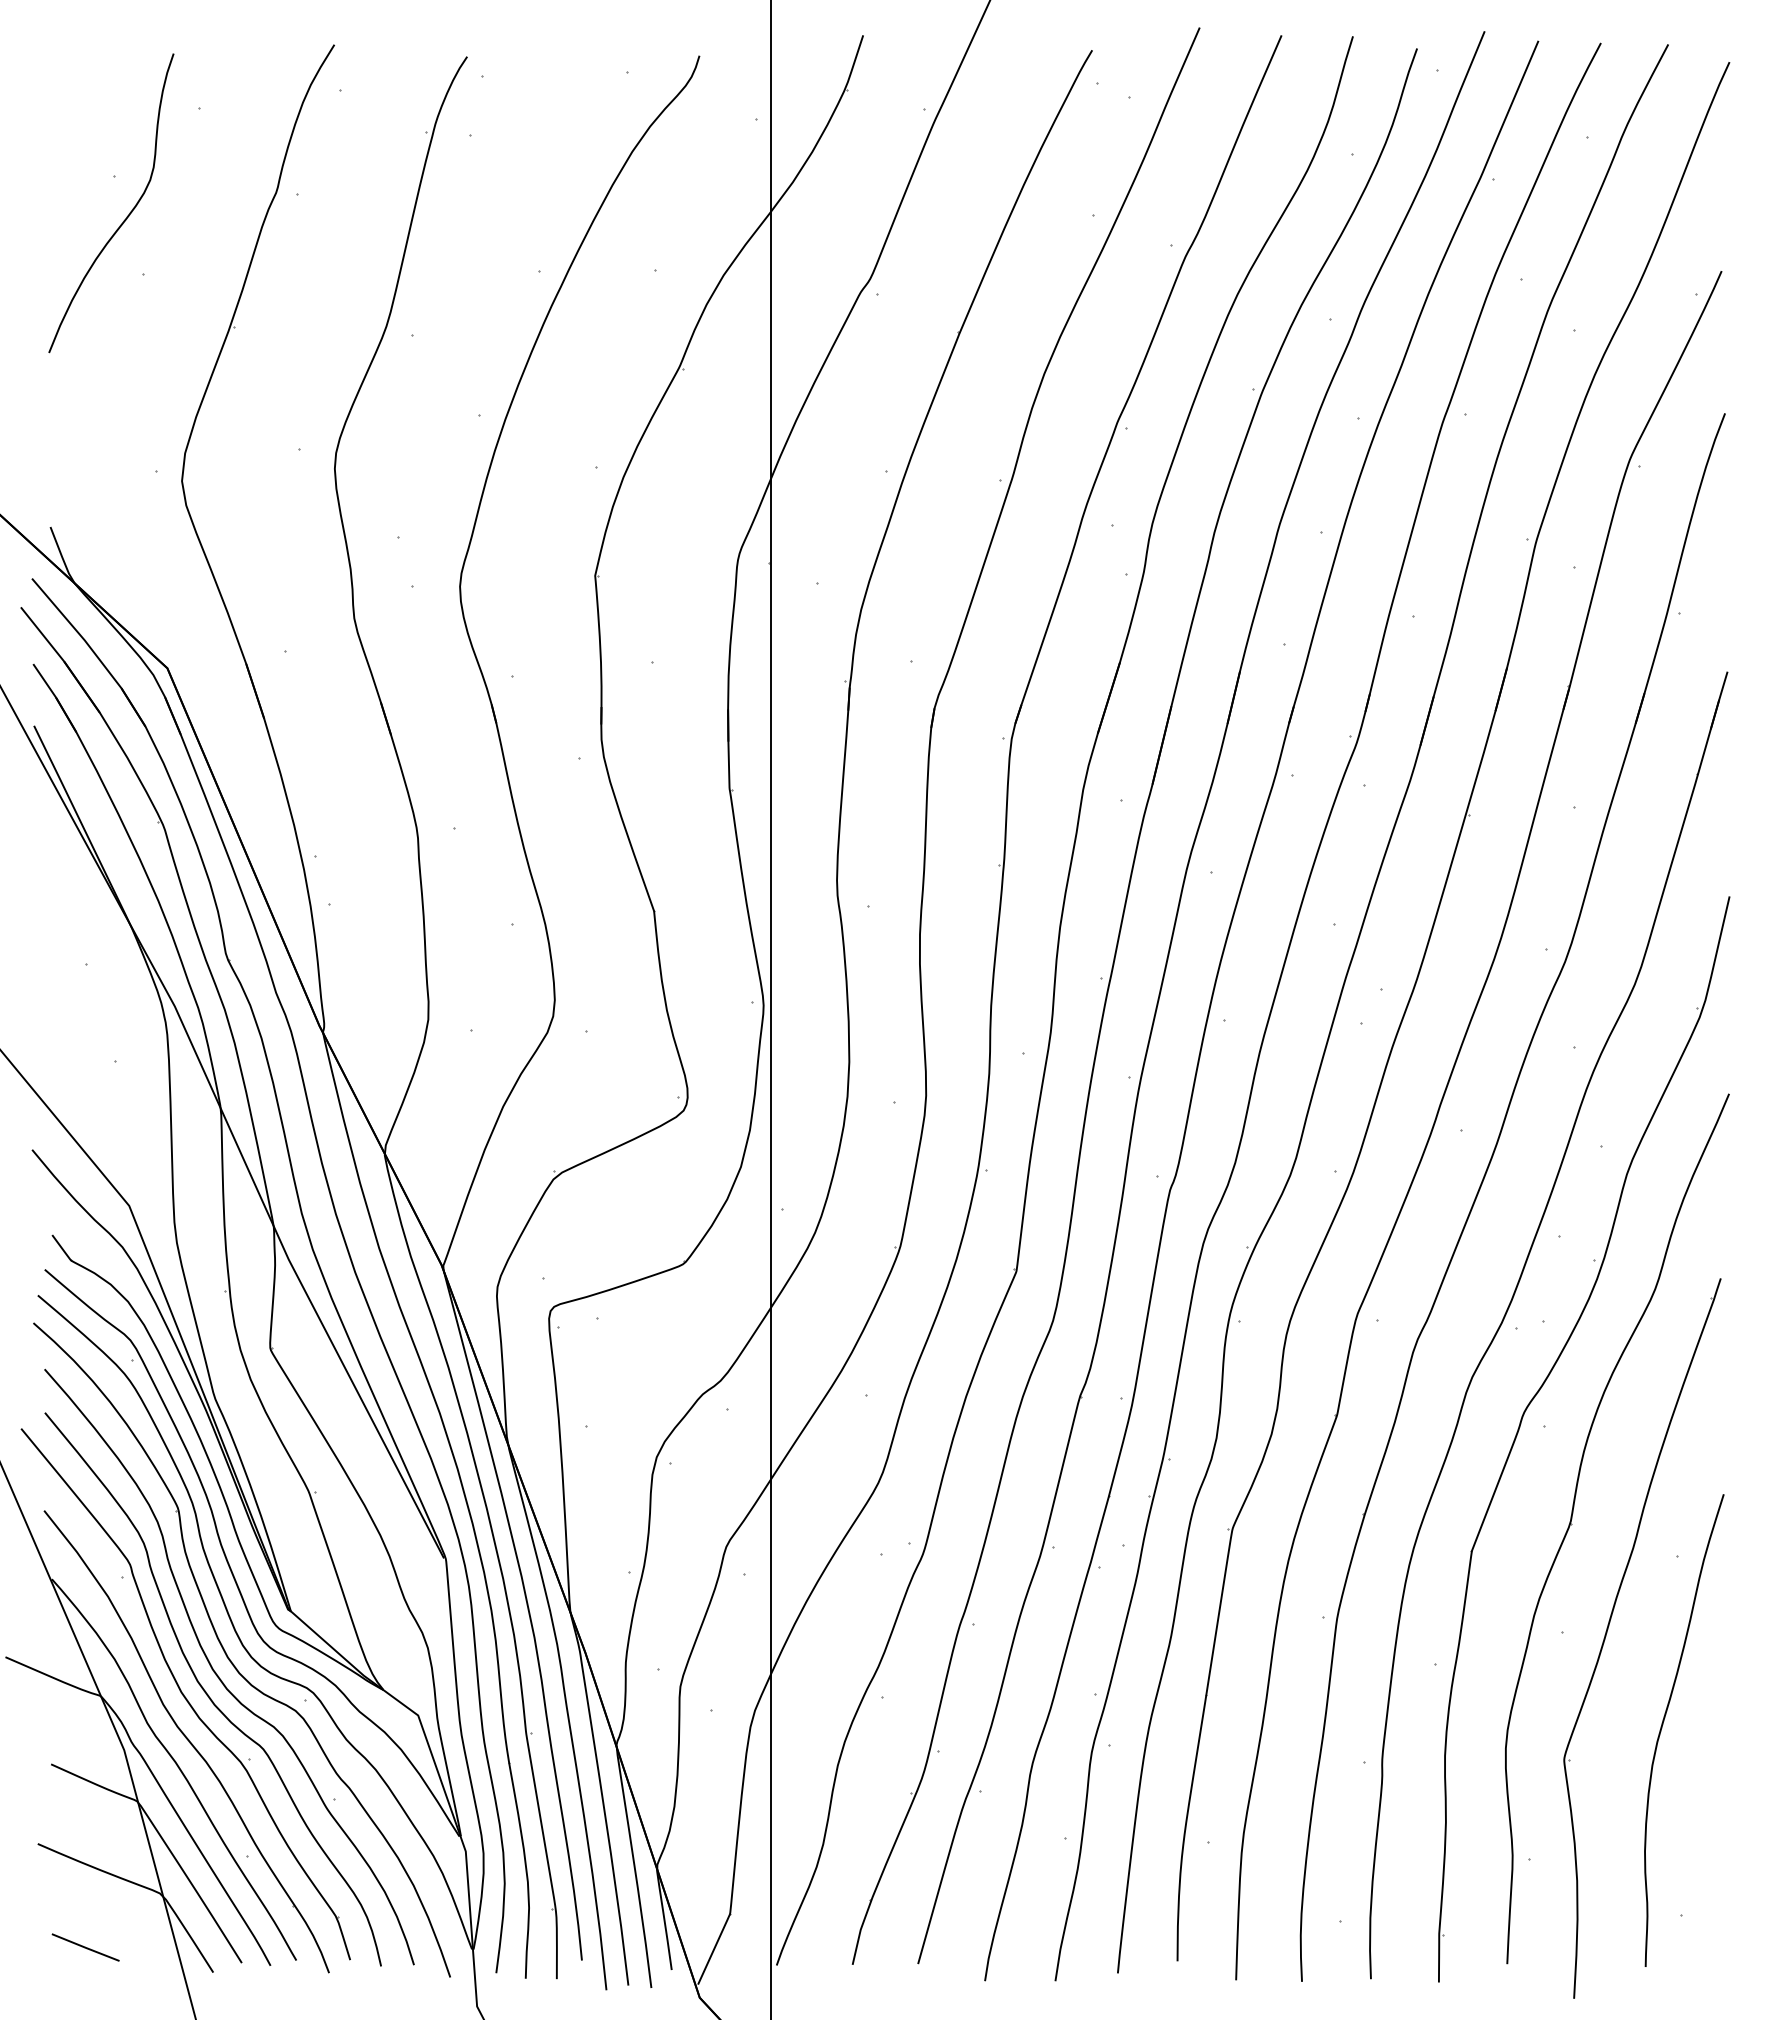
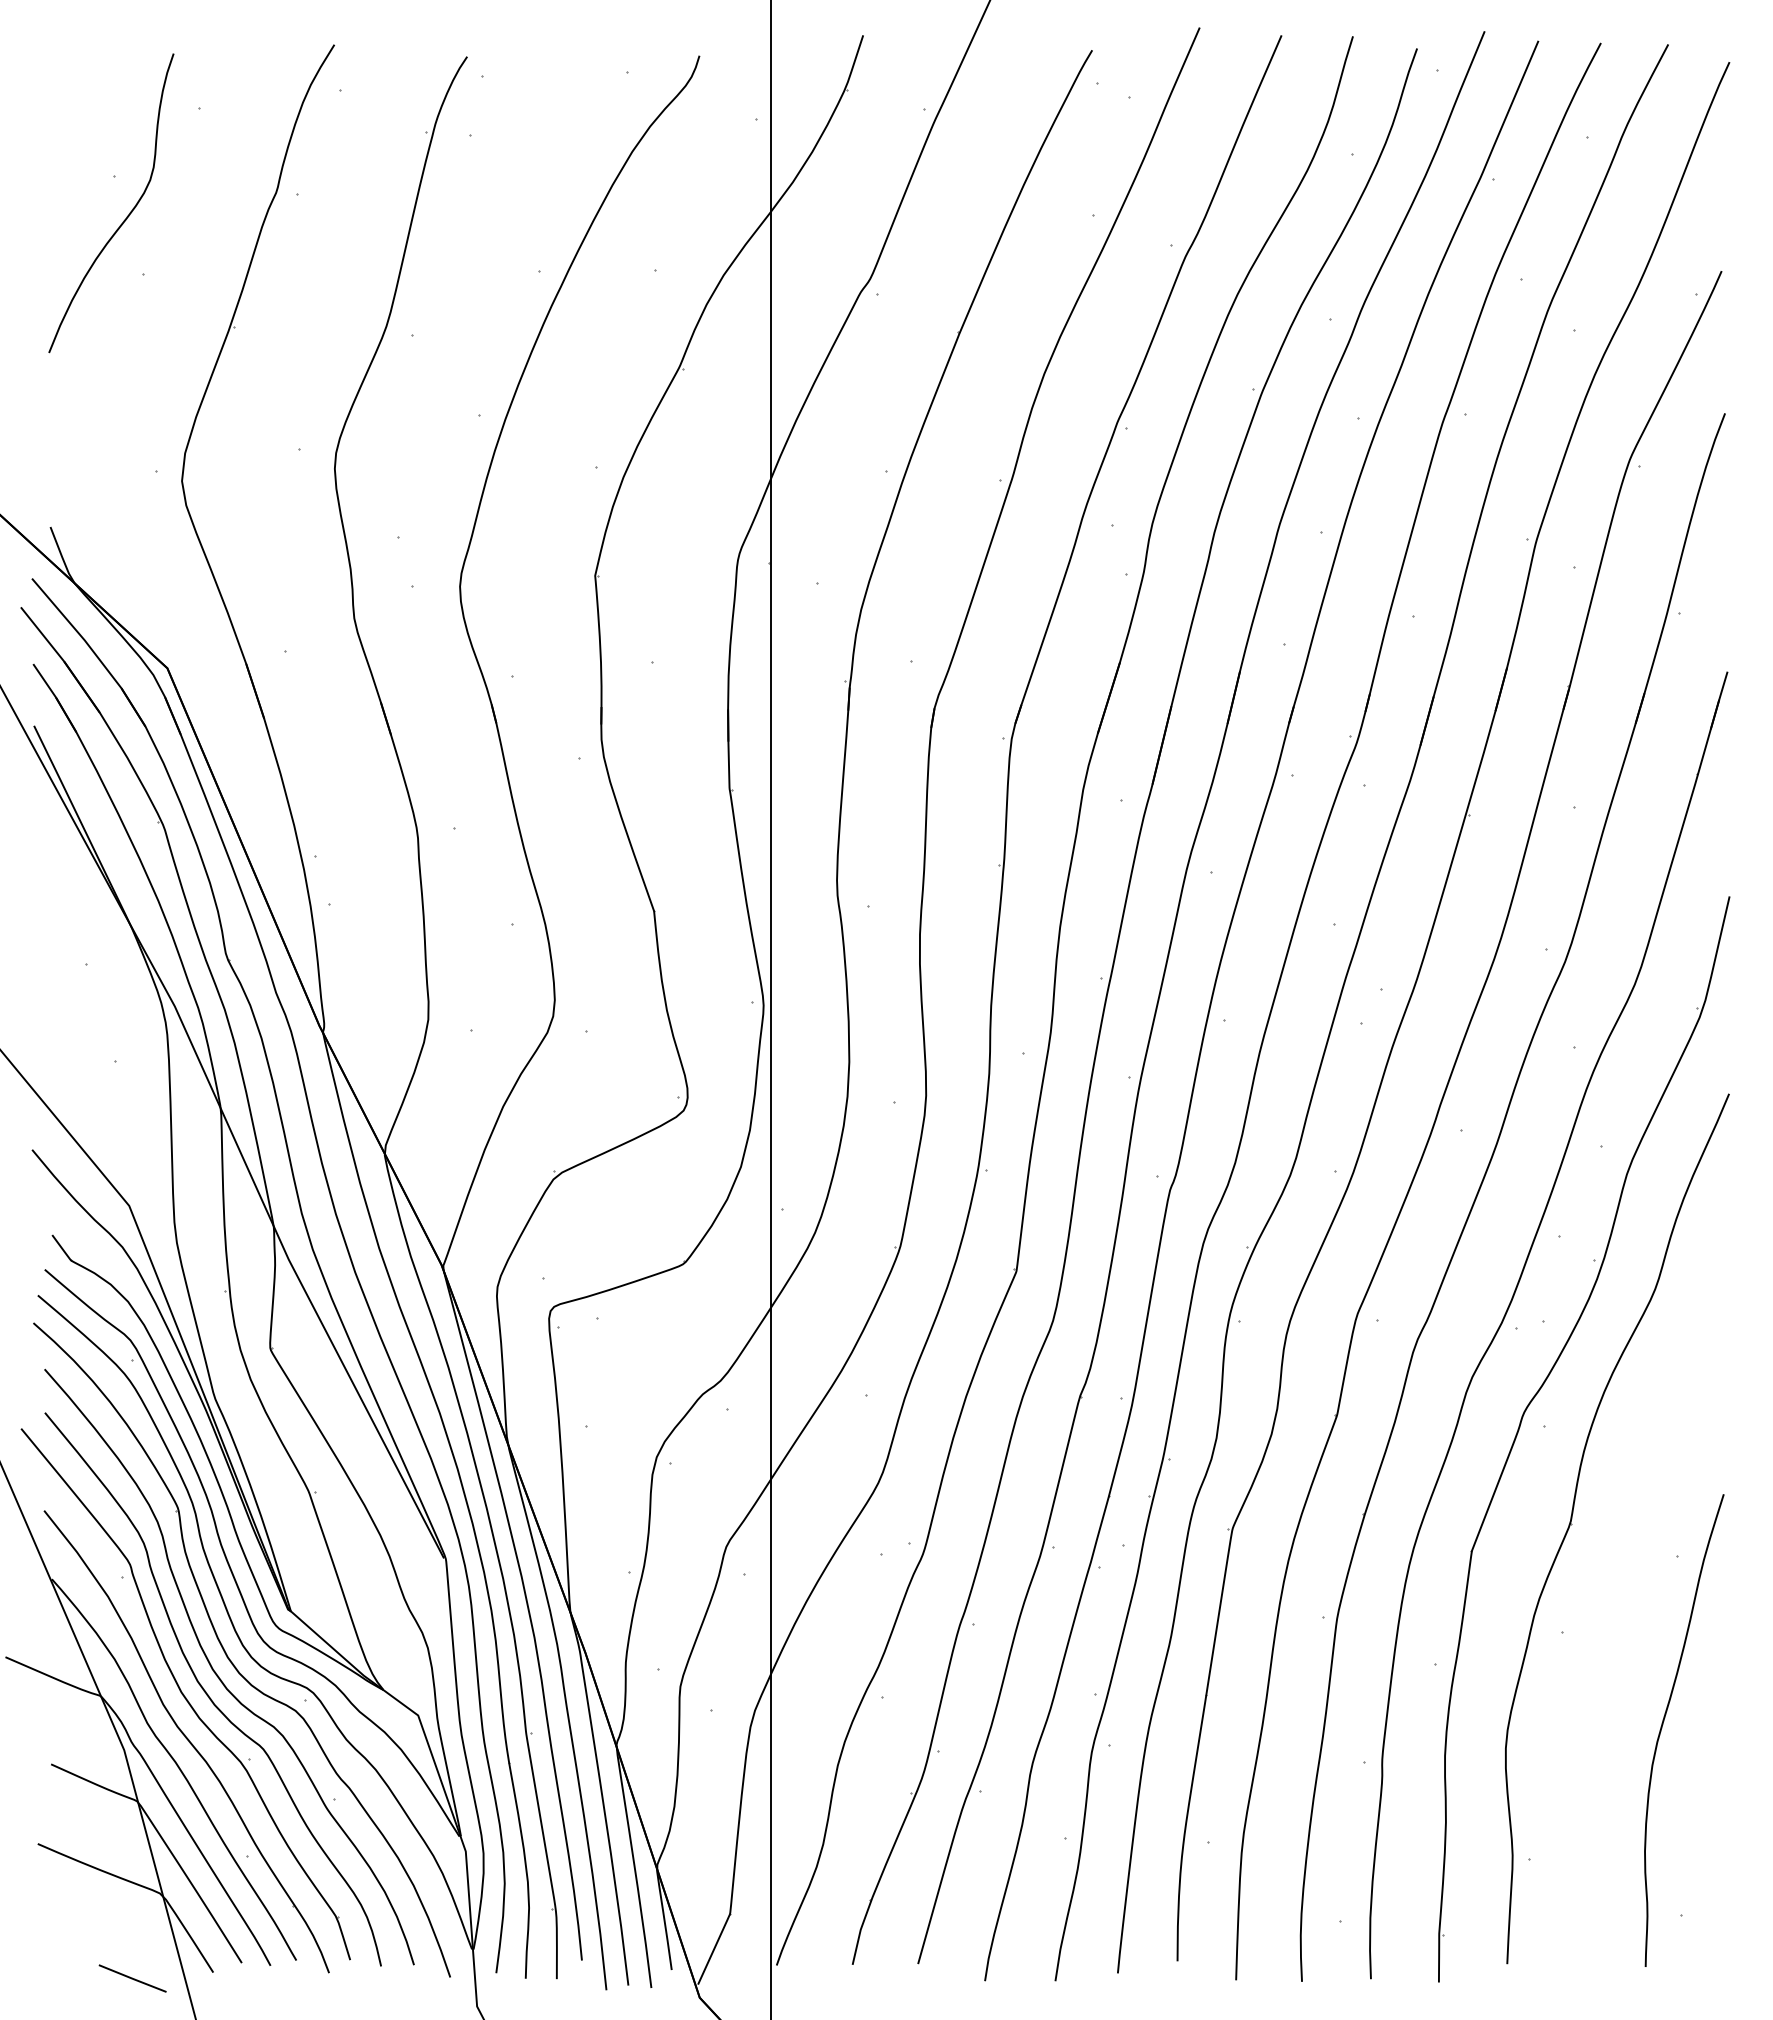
part at (1609, 1626): present -> none
line at (85, 1947) position: (85, 1947) -> (132, 1978)
